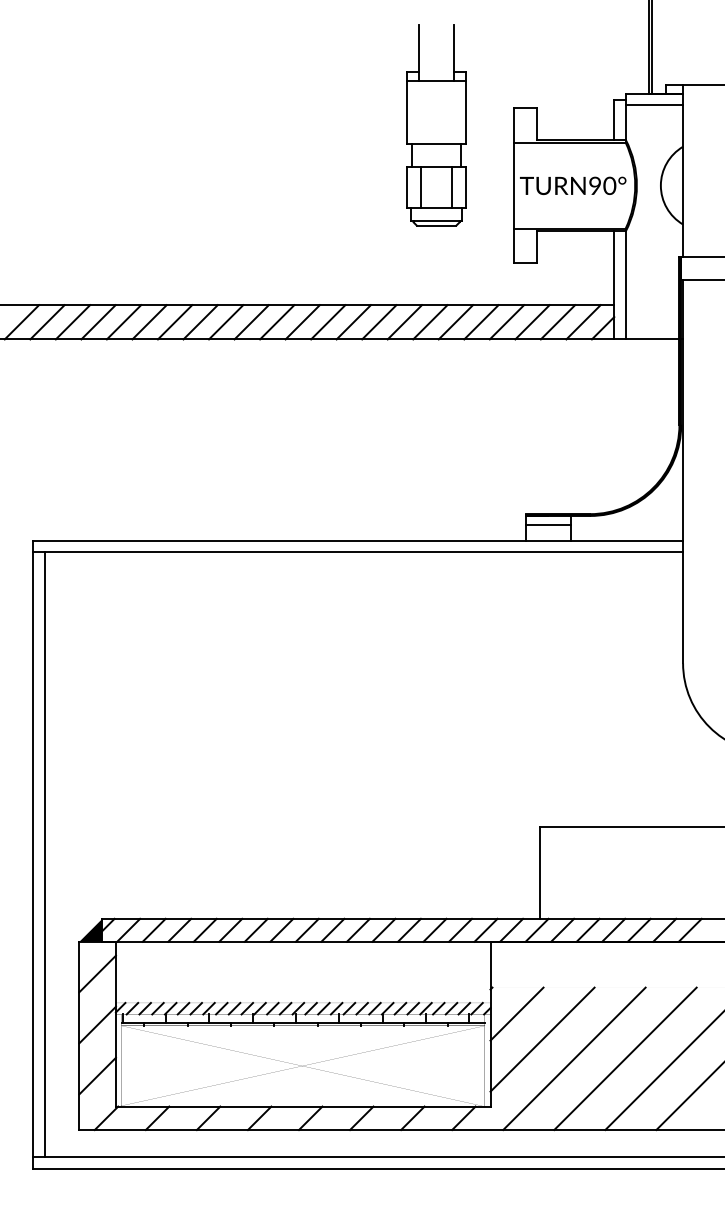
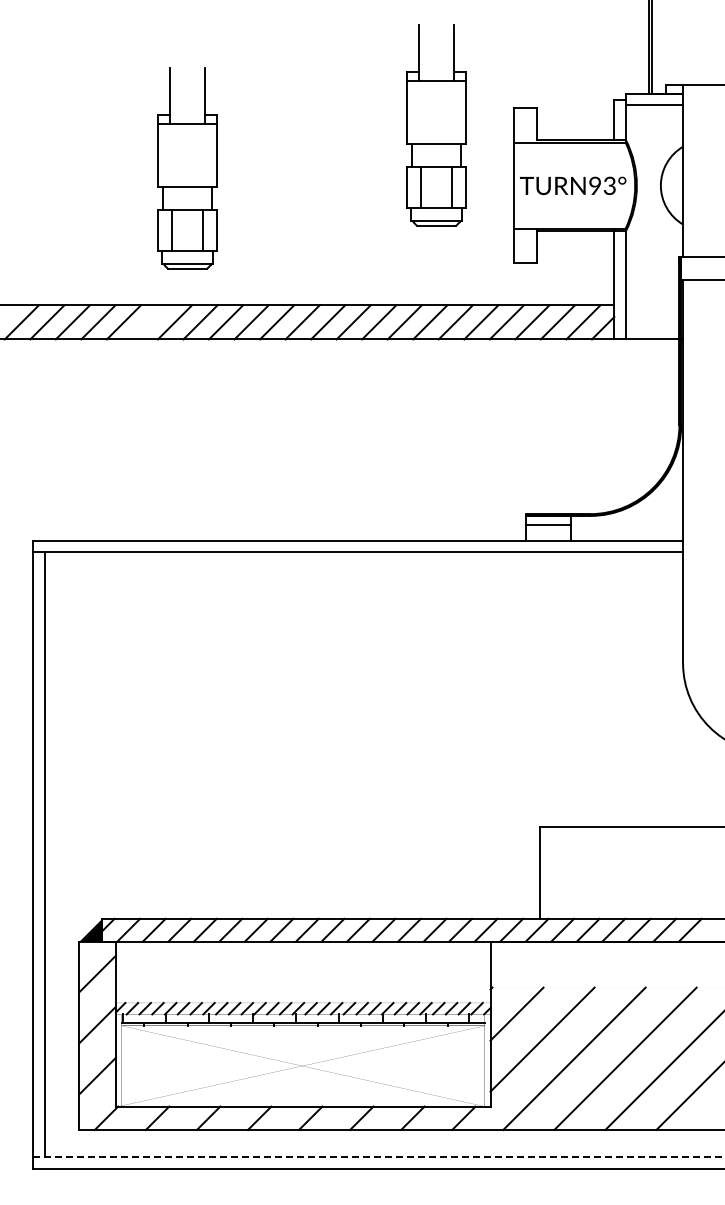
part at (187, 168): none -> present
text at (609, 185): TURN90° -> TURN93°
line at (149, 322): present -> none
line at (379, 1157): solid -> dashed
